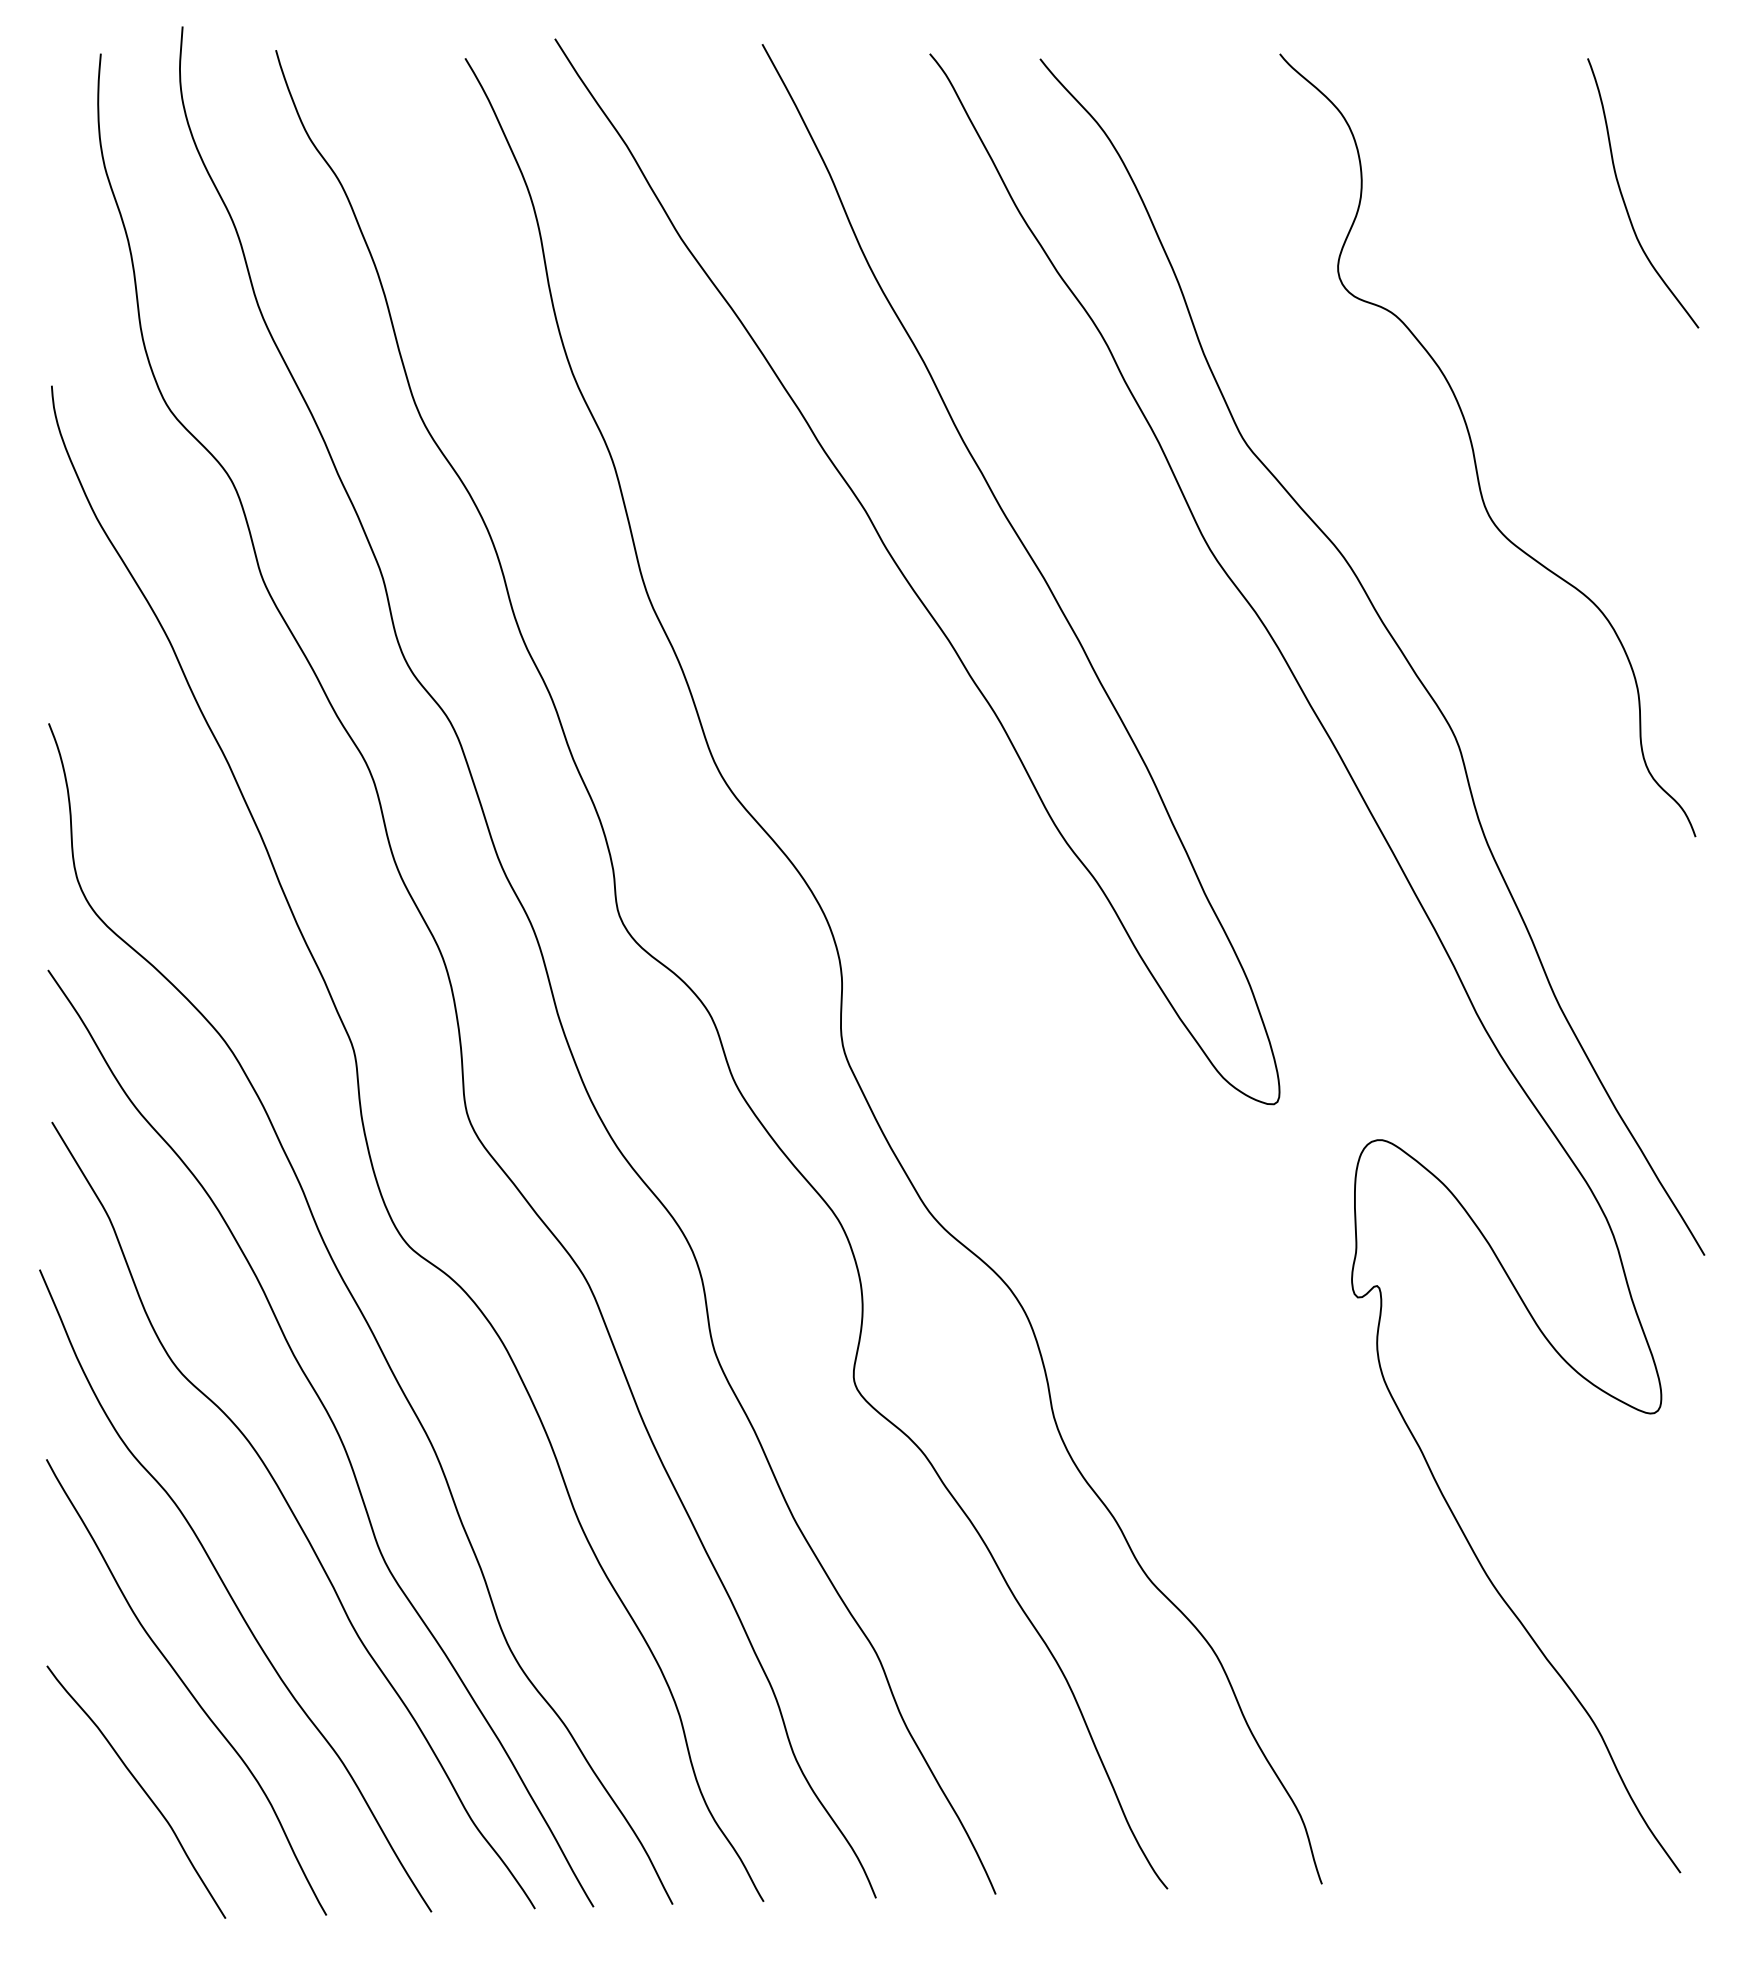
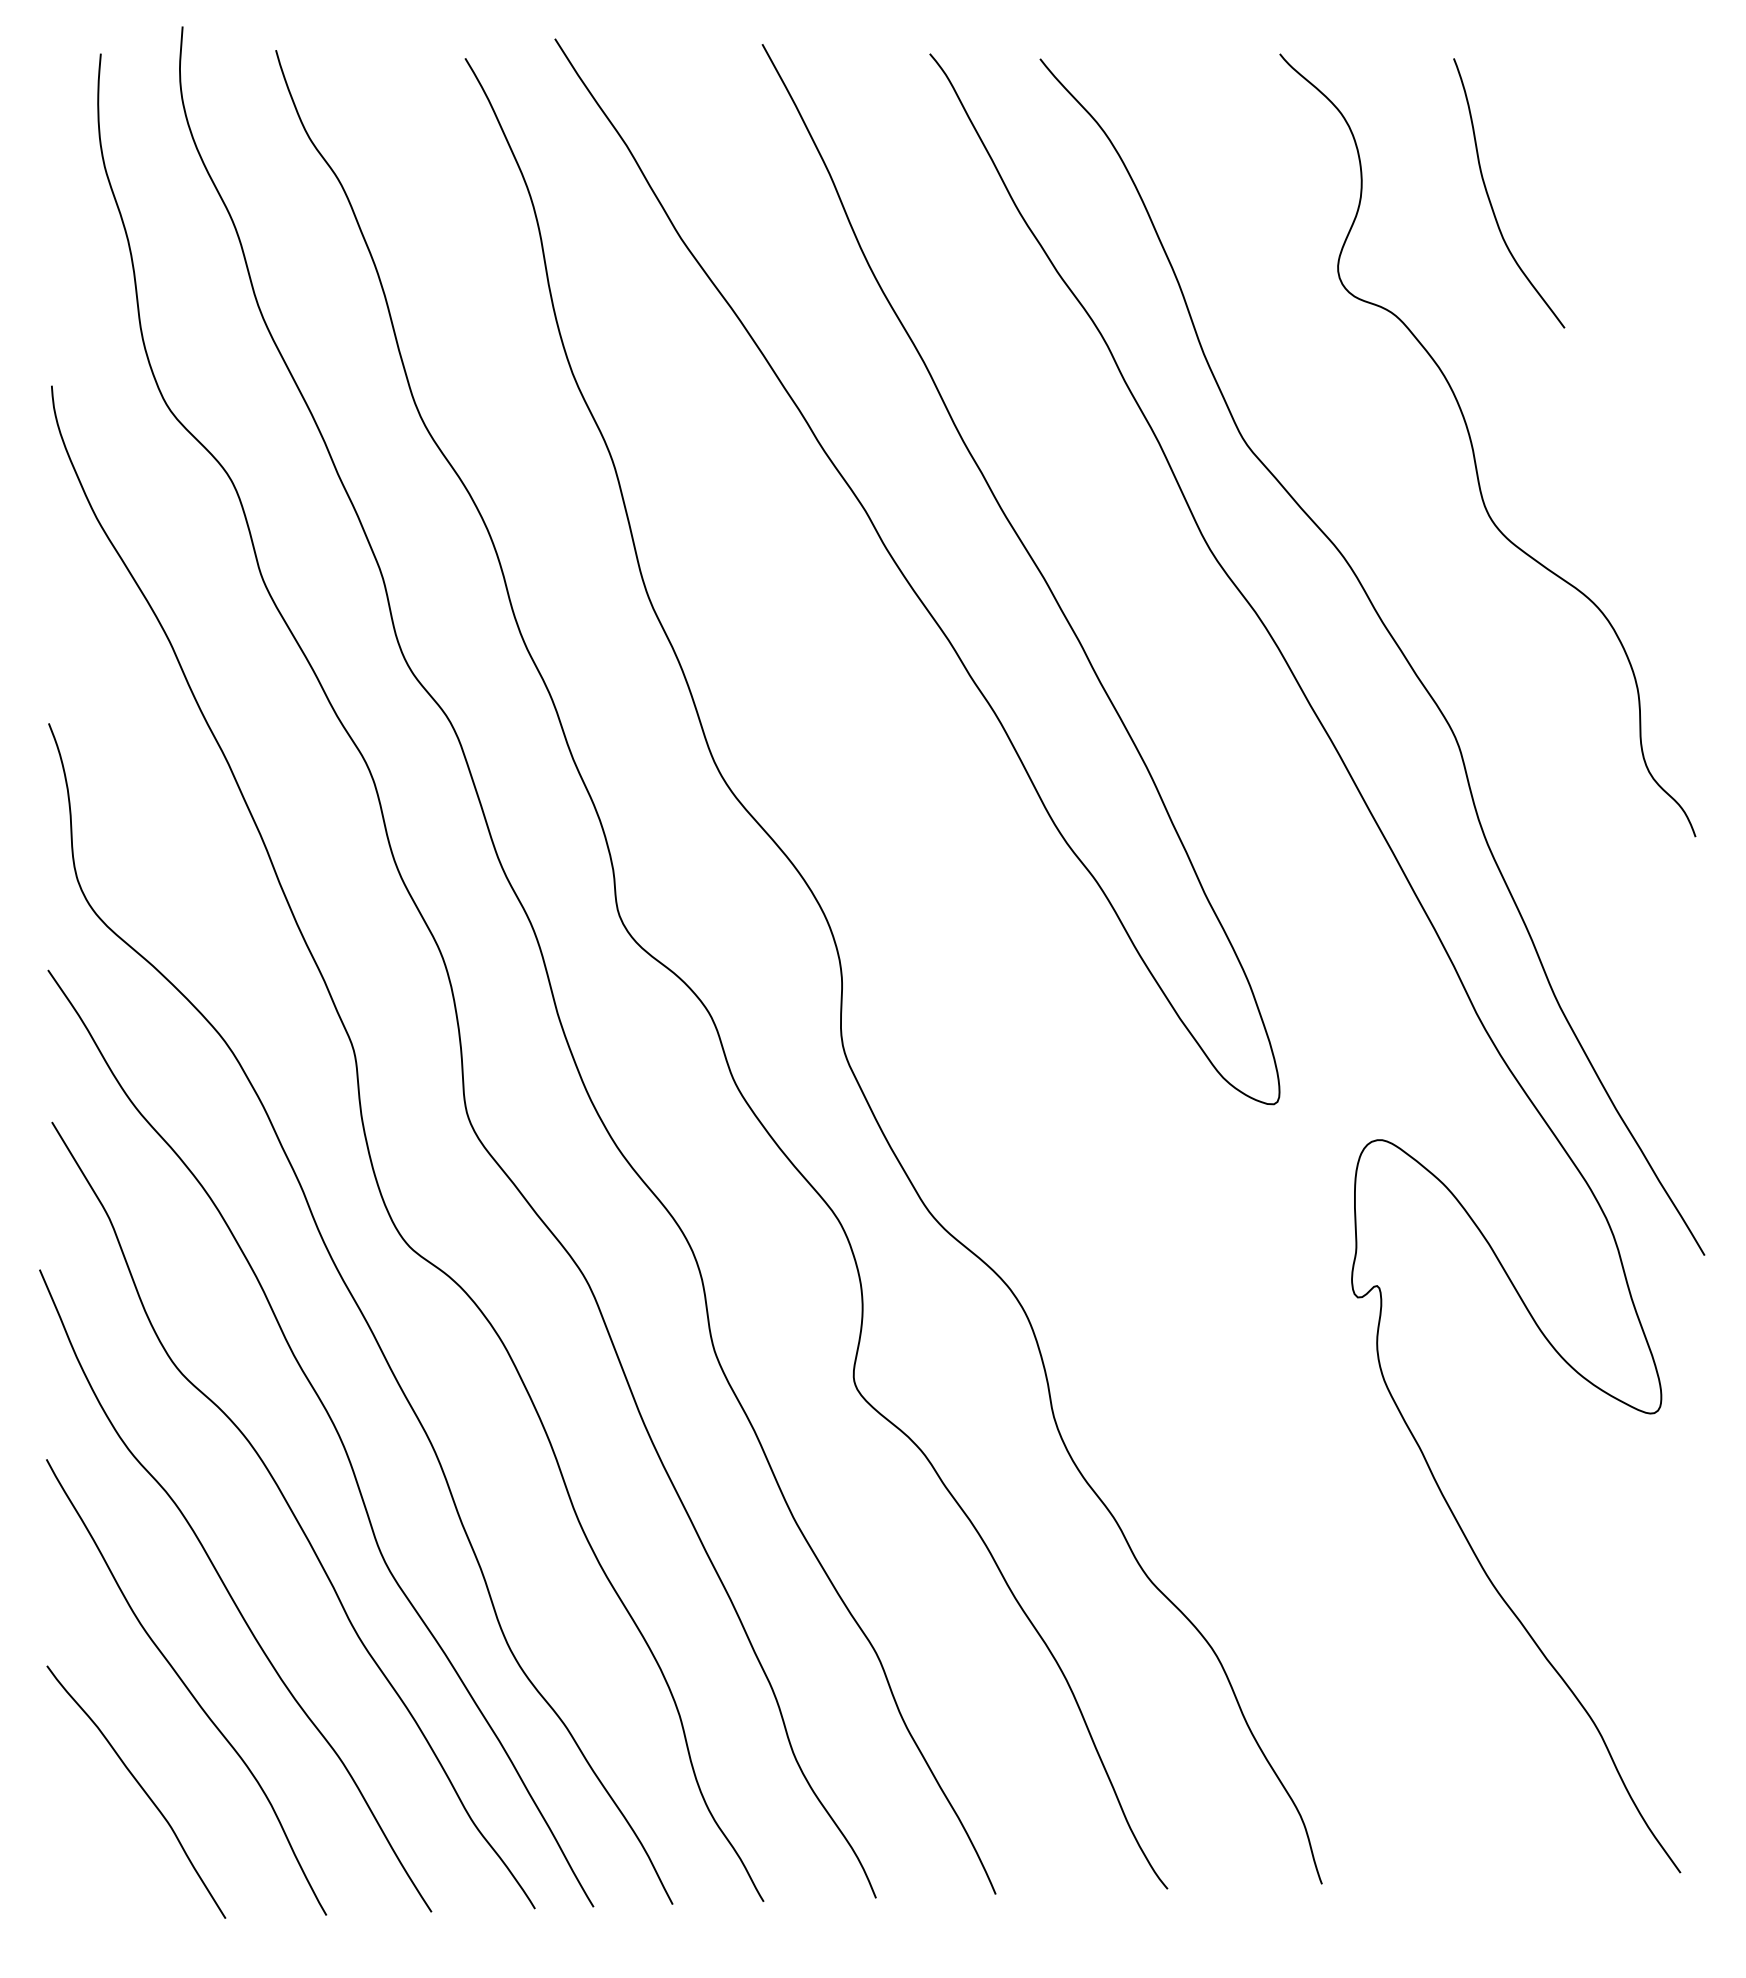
curve at (1624, 199) position: (1624, 199) -> (1490, 199)
